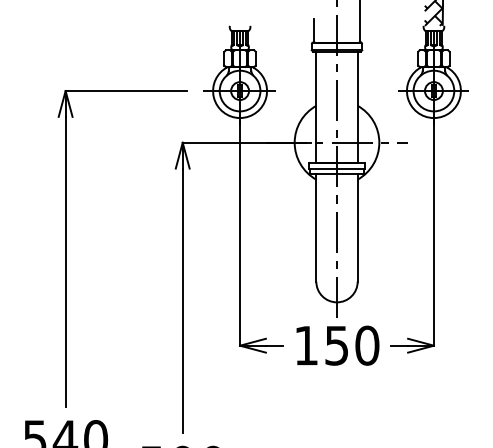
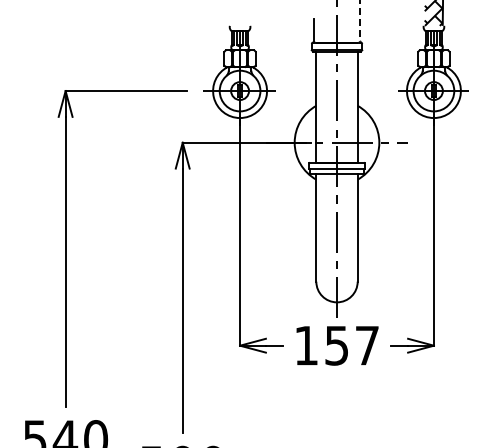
line at (359, 21): solid -> dashed
text at (367, 345): 150 -> 157
